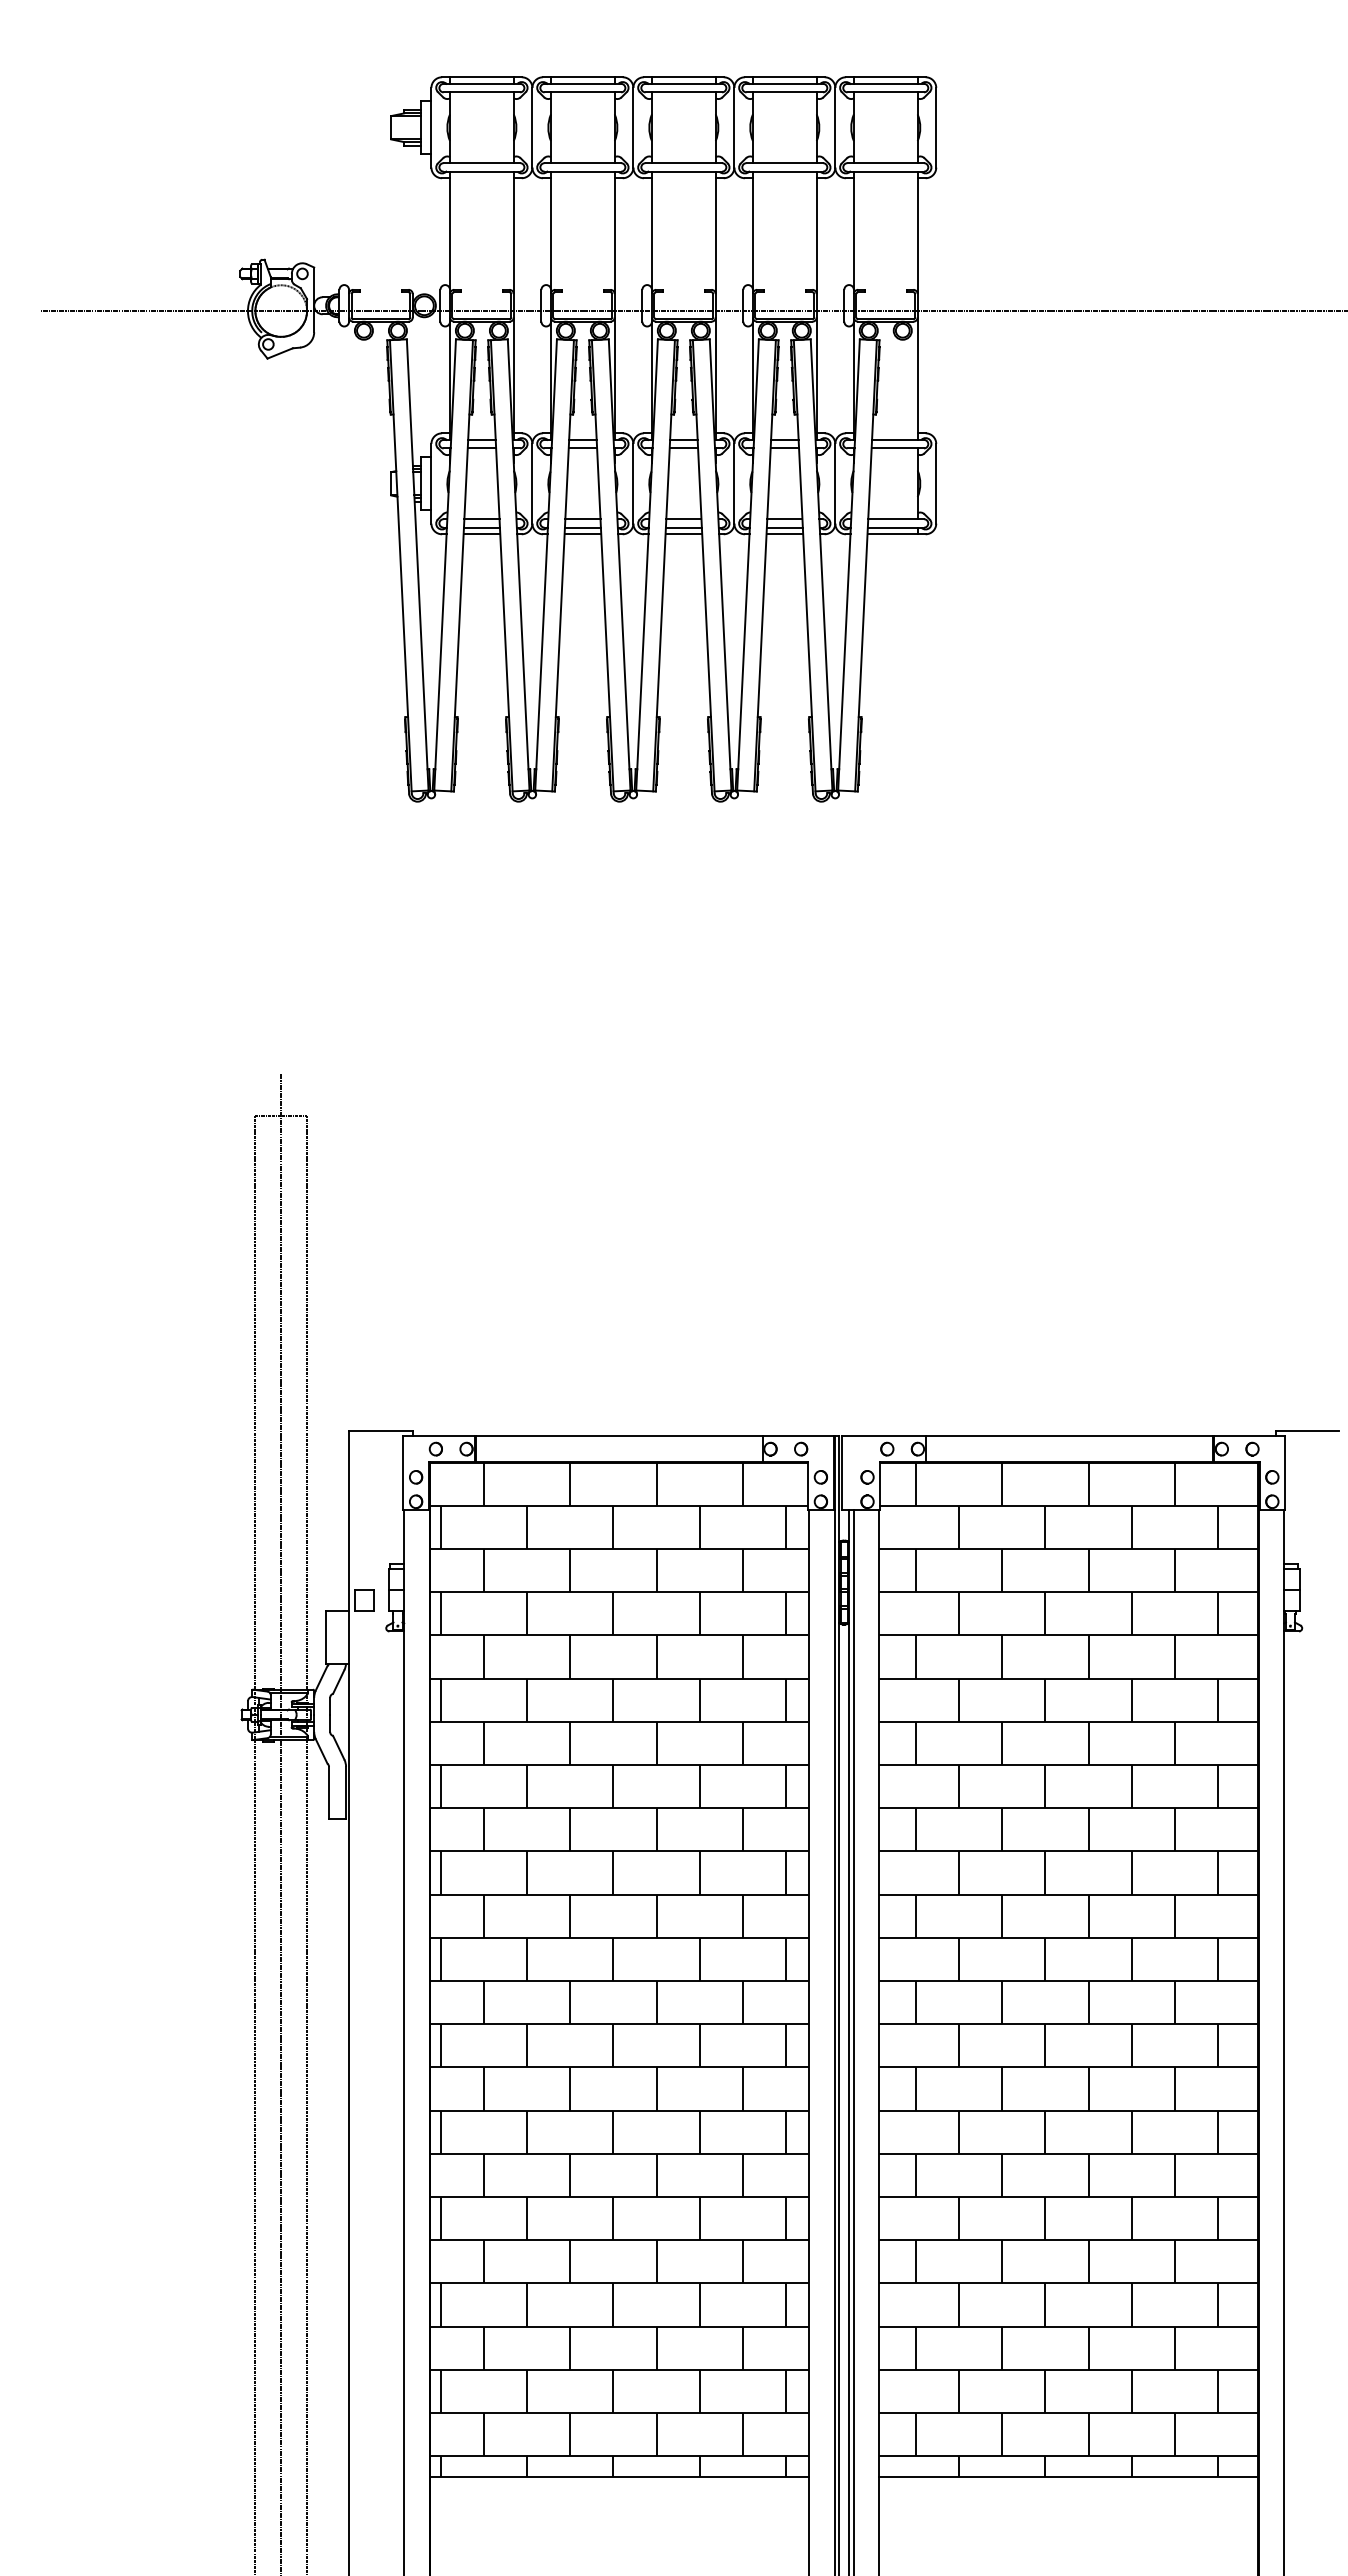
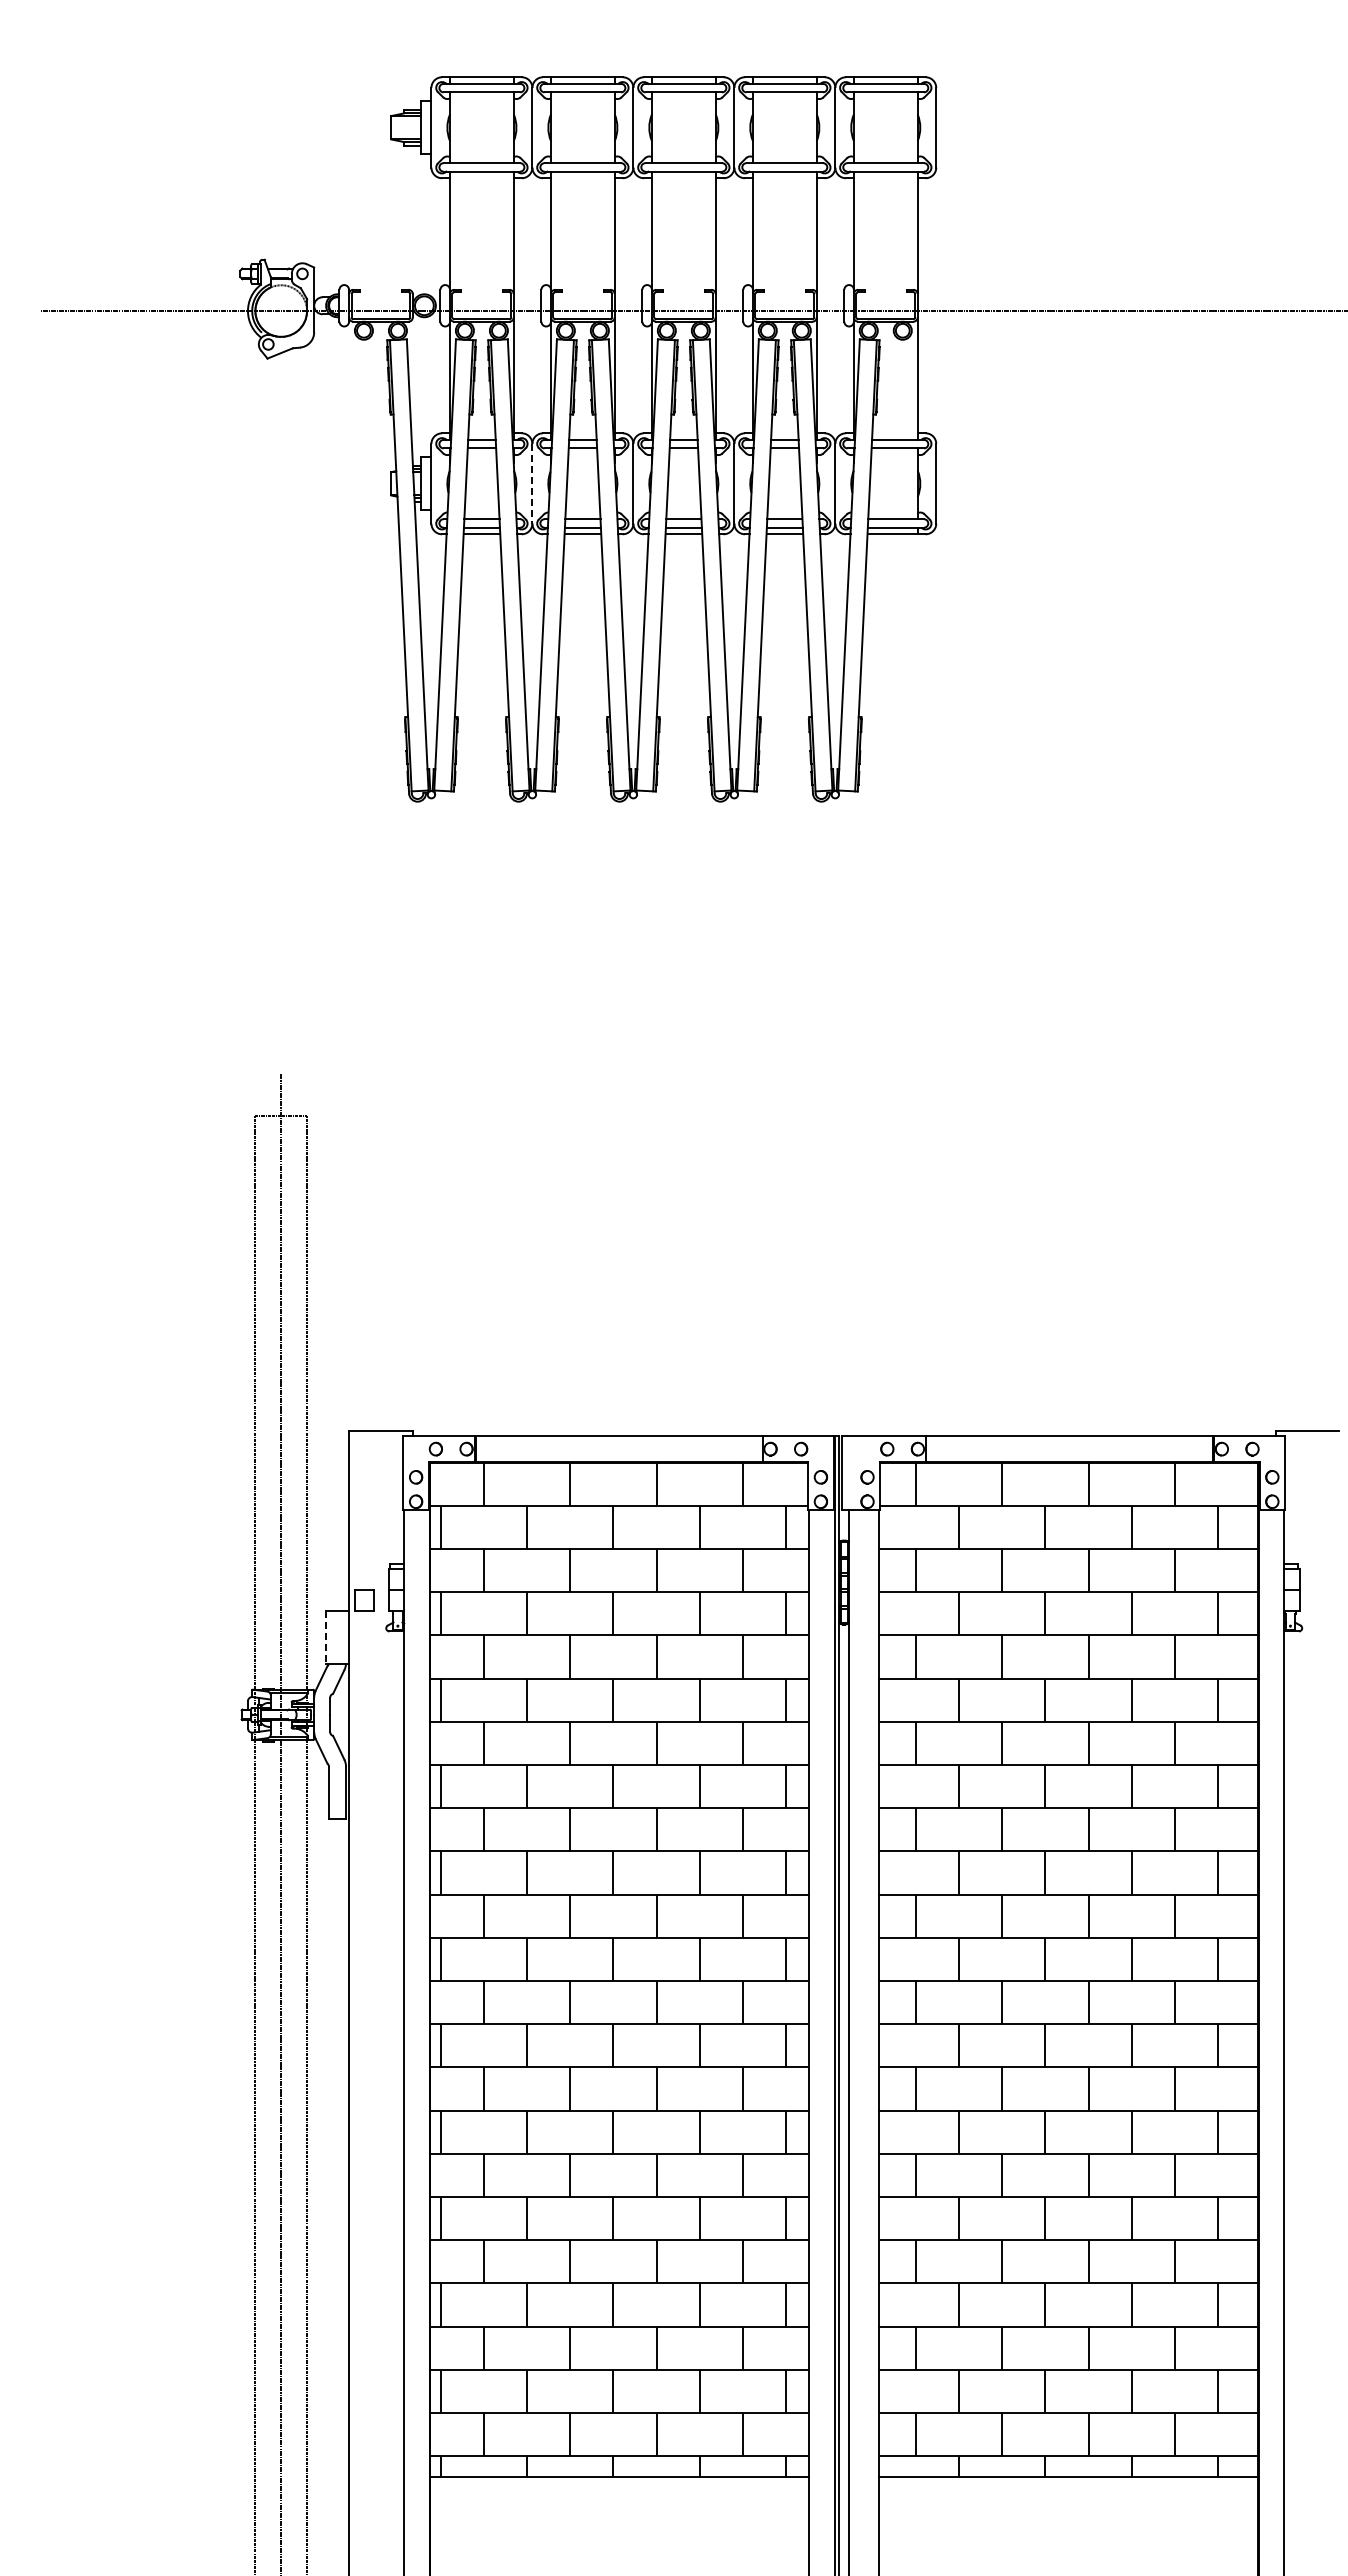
line at (532, 483): solid -> dashed
line at (325, 1637): solid -> dashed
line at (853, 2041): present -> none
